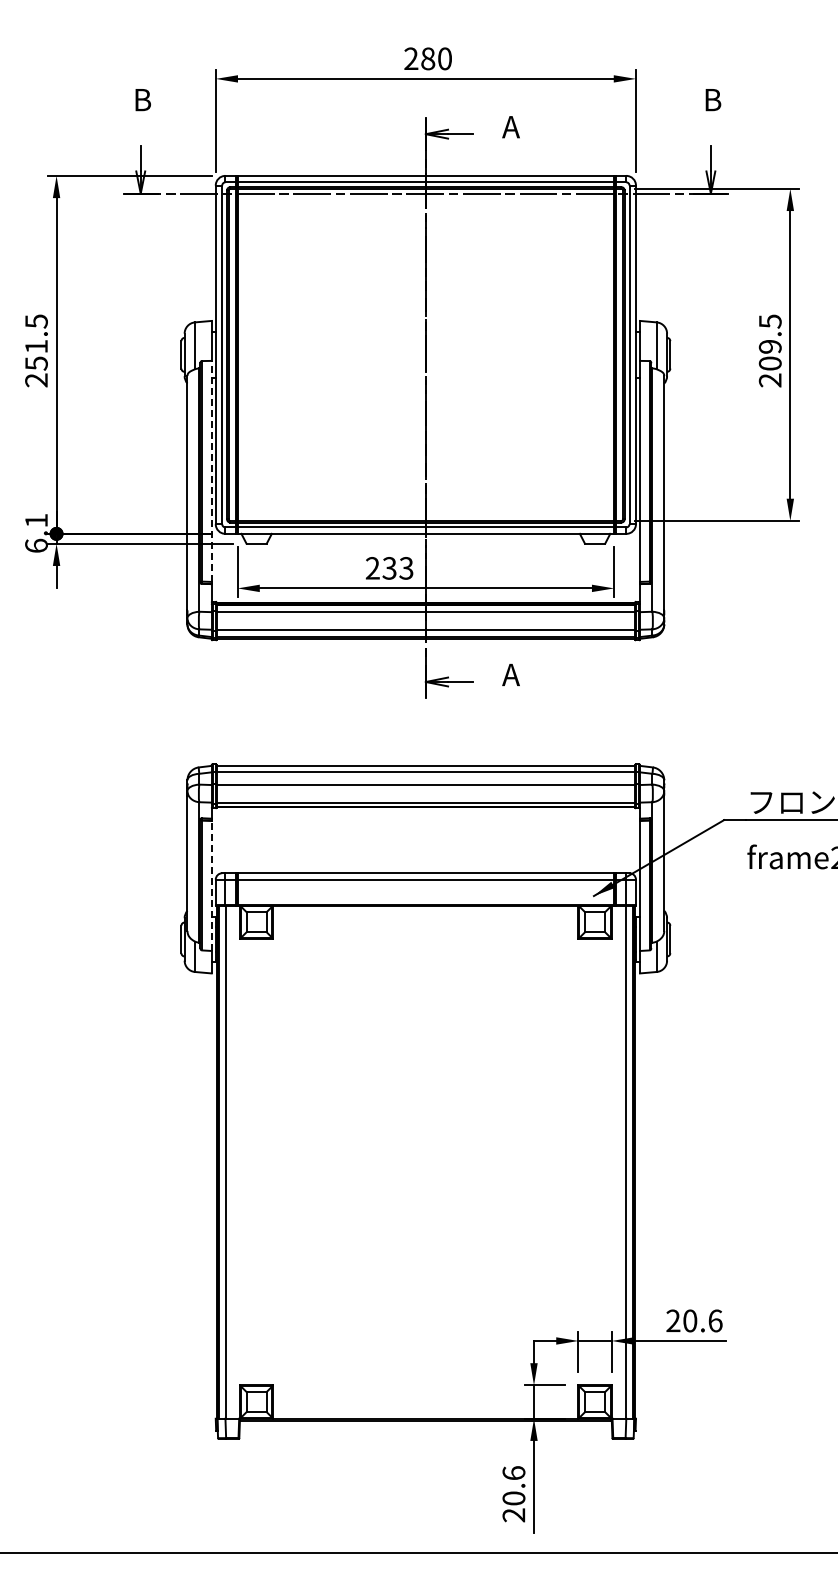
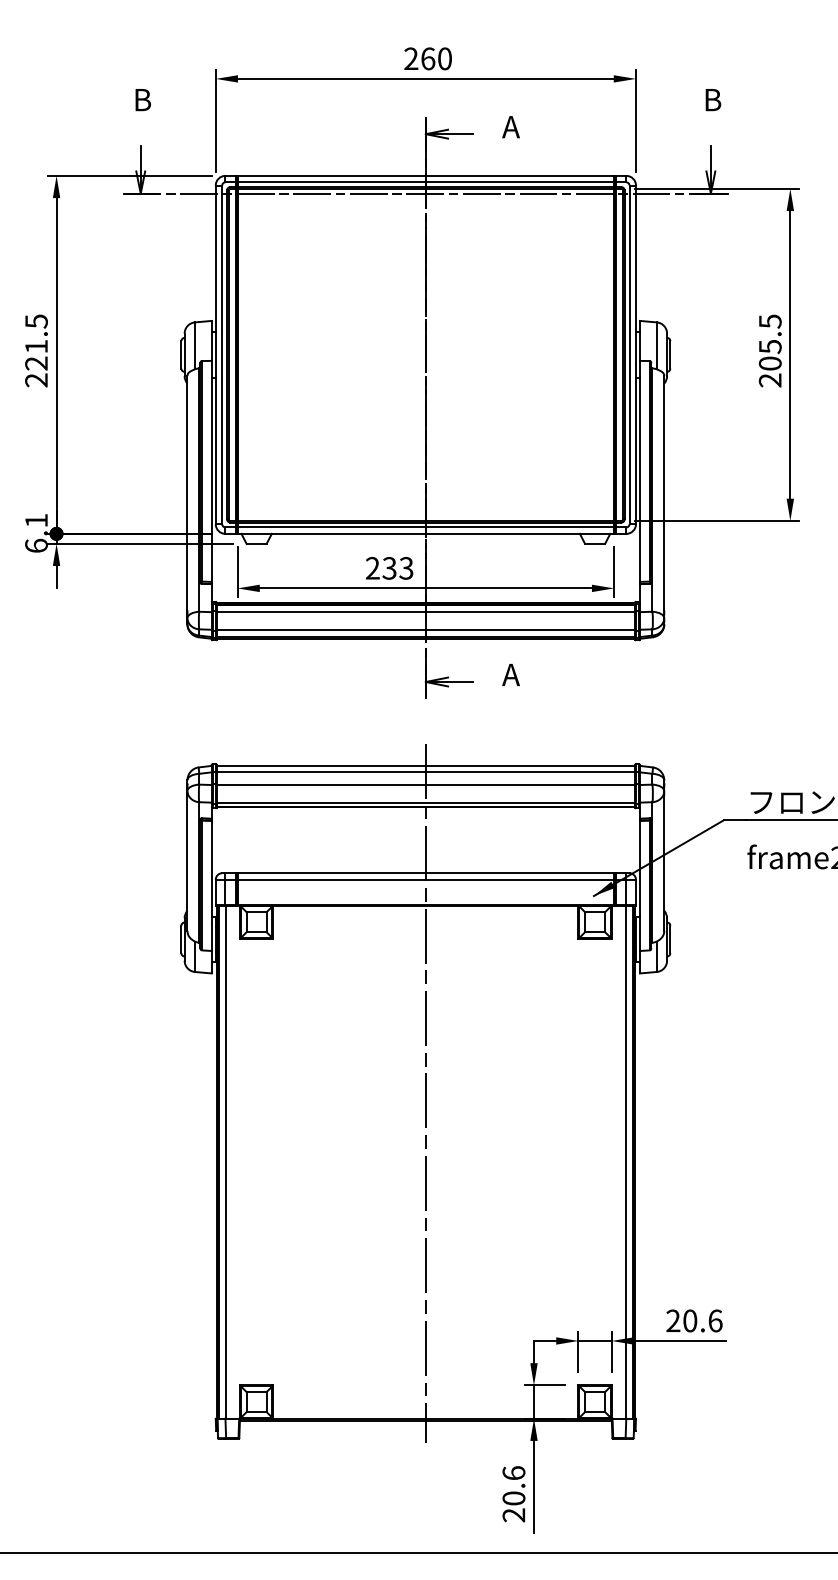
text at (428, 58): 280 -> 260
text at (769, 347): 209.5 -> 205.5
text at (36, 363): 251.5 -> 221.5
line at (211, 471): dashed -> solid
line at (211, 886): dashed -> solid
line at (425, 1093): none -> present
